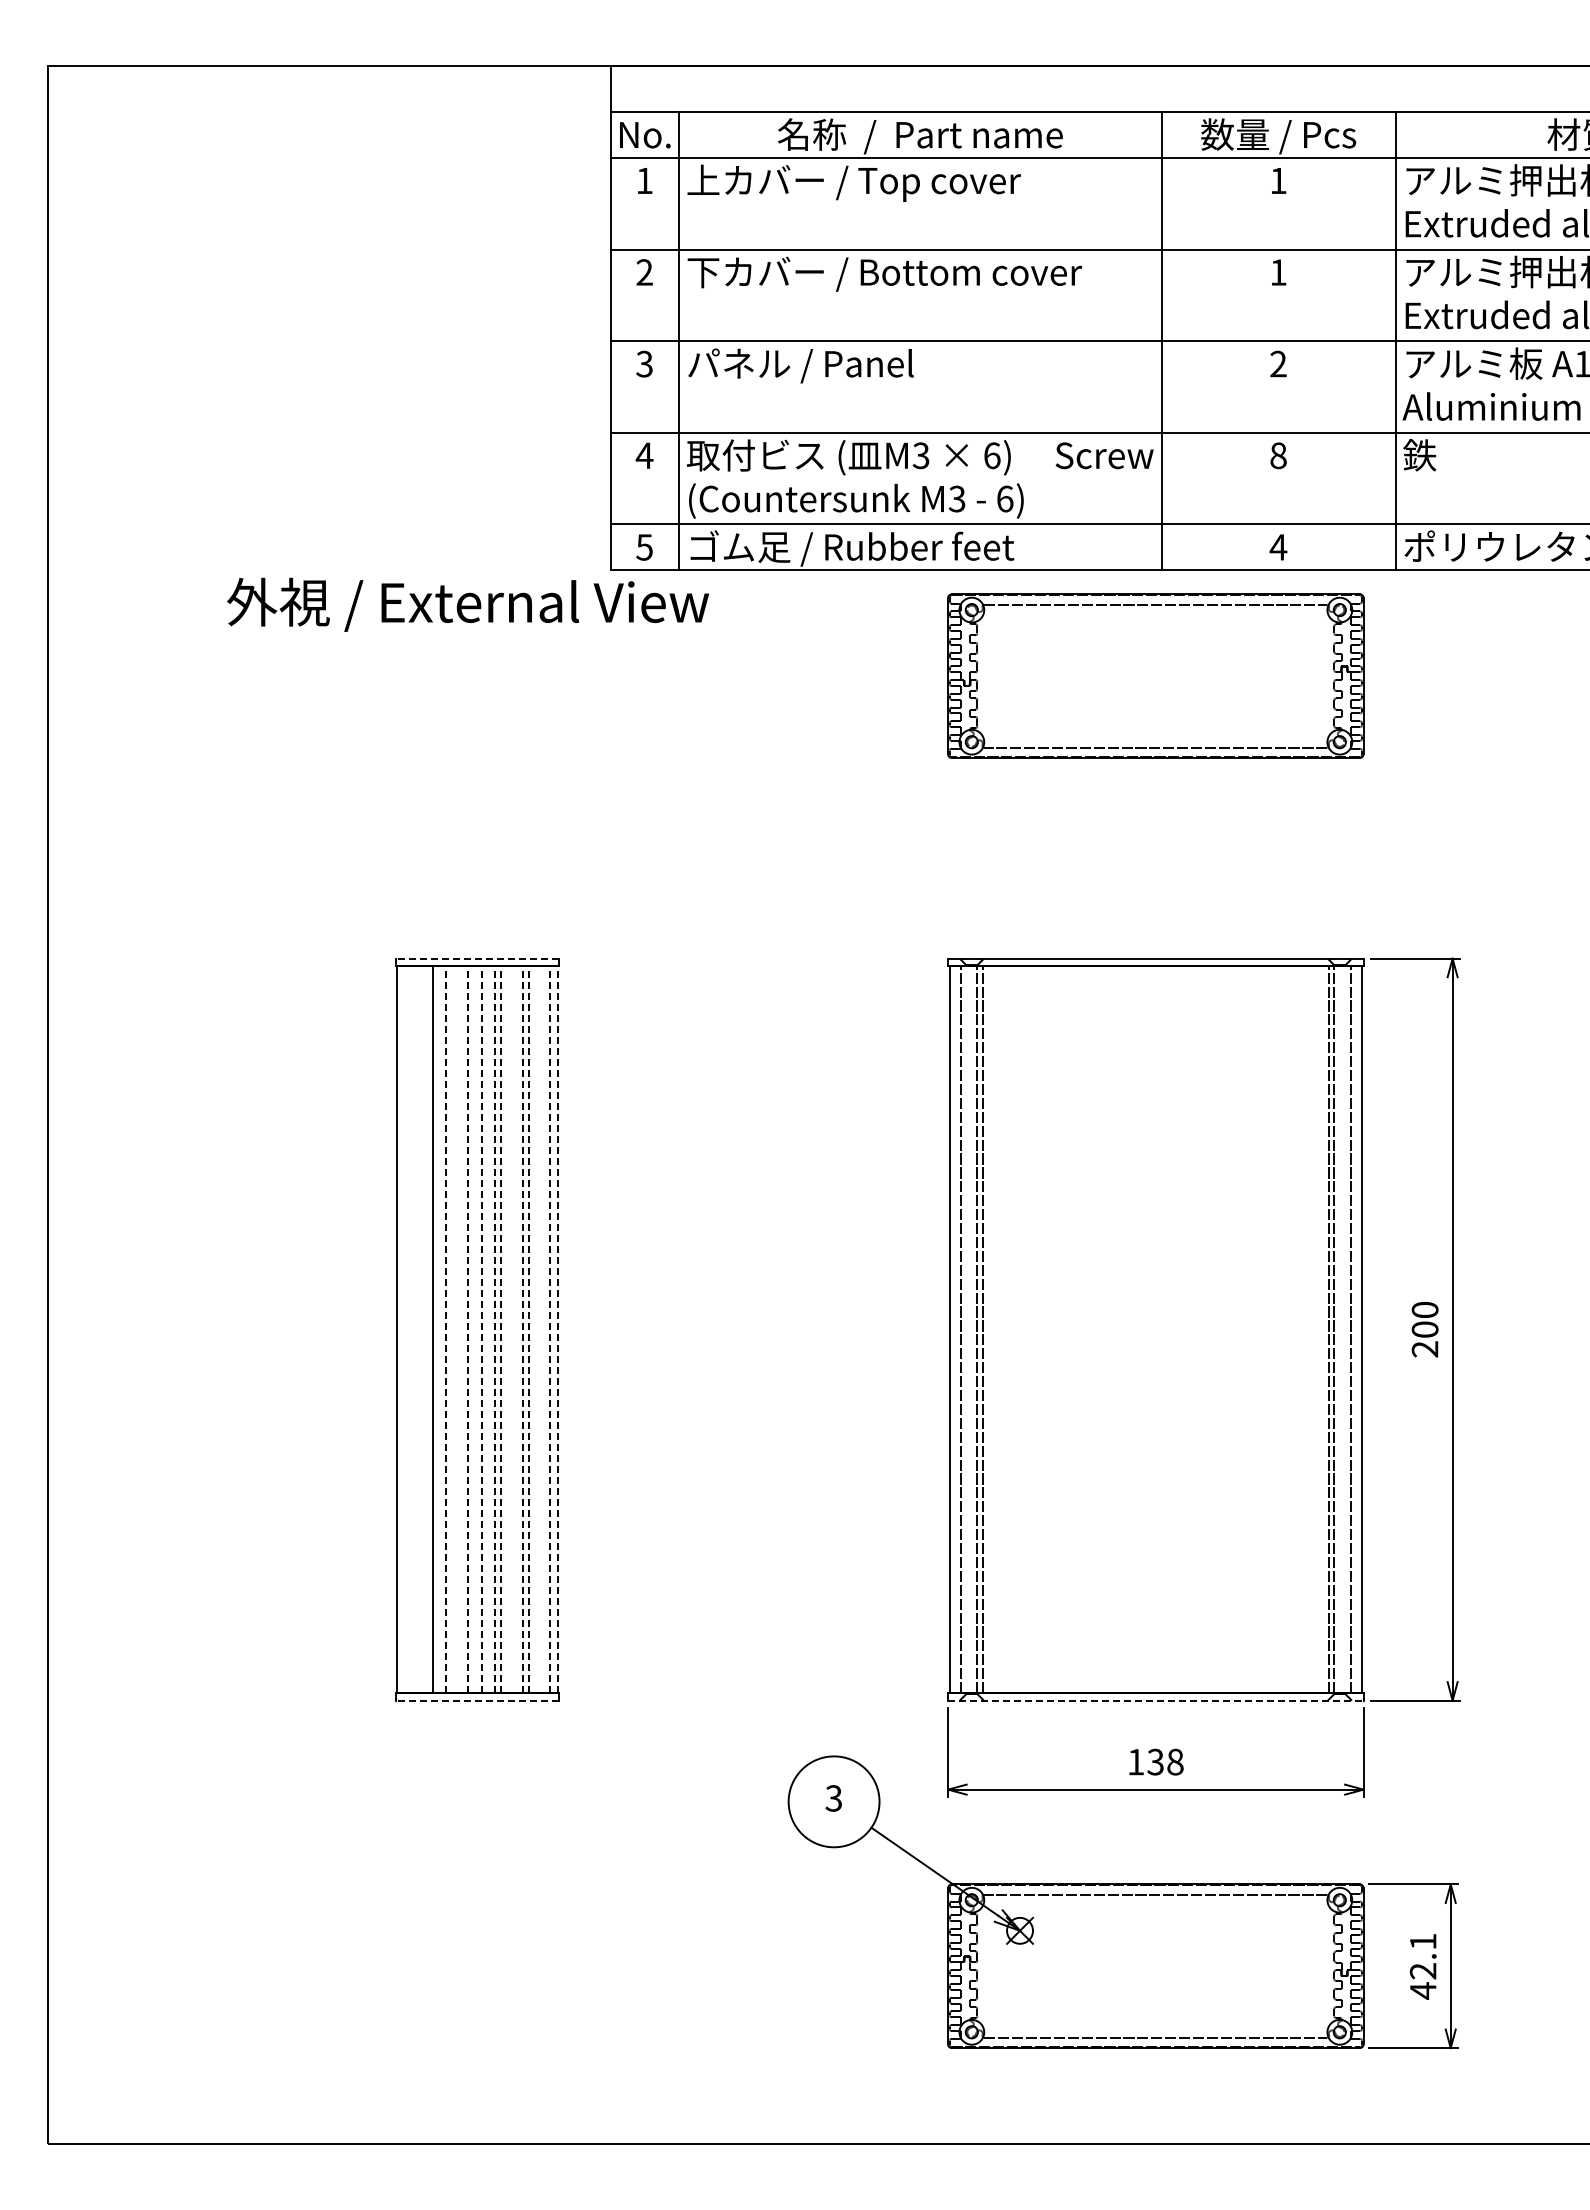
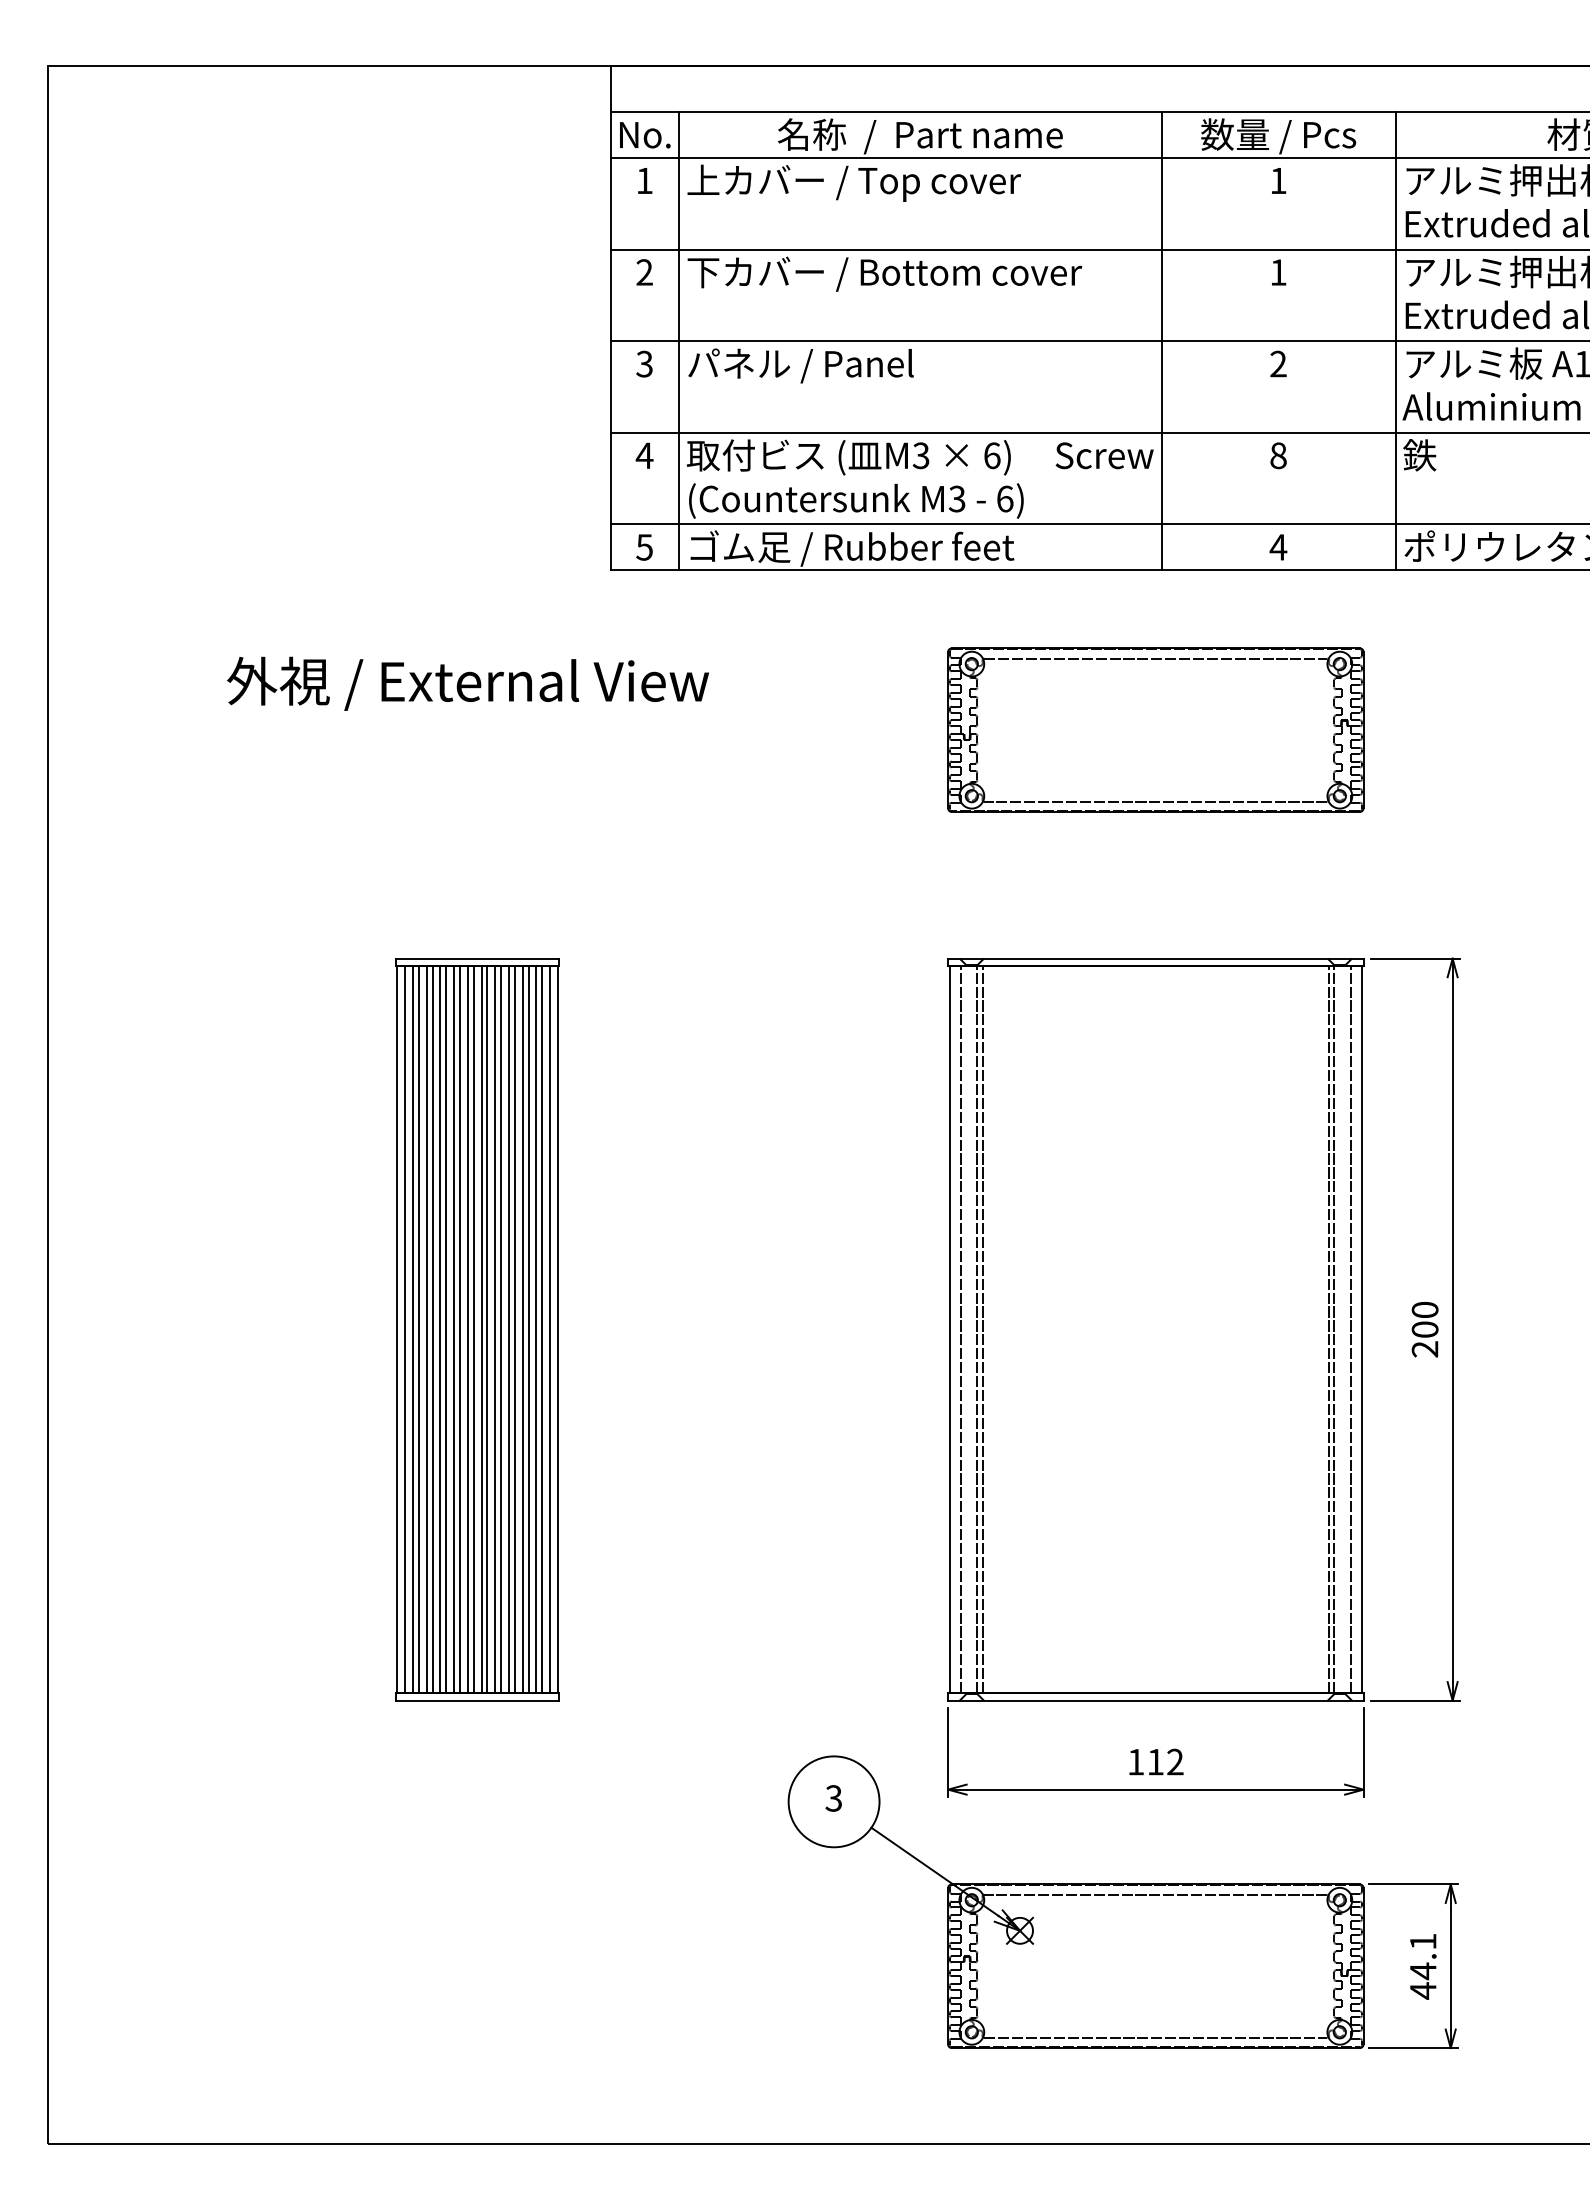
text at (467, 604) position: (467, 604) -> (467, 683)
part at (1155, 675) position: (1155, 675) -> (1155, 729)
line at (477, 958): dashed -> solid
line at (405, 1329): none -> present
line at (412, 1329): none -> present
line at (418, 1329): none -> present
line at (426, 1329): none -> present
line at (440, 1329): none -> present
line at (446, 1329): dashed -> solid
line at (454, 1329): none -> present
line at (459, 1329): none -> present
line at (467, 1329): dashed -> solid
line at (473, 1329): none -> present
line at (481, 1329): dashed -> solid
line at (487, 1329): none -> present
line at (495, 1329): dashed -> solid
line at (501, 1329): dashed -> solid
line at (508, 1329): none -> present
line at (514, 1329): none -> present
line at (522, 1329): dashed -> solid
line at (528, 1329): dashed -> solid
line at (536, 1329): none -> present
line at (542, 1329): none -> present
line at (550, 1329): dashed -> solid
line at (558, 1329): dashed -> solid
line at (477, 1700): dashed -> solid
line at (1155, 1700): dashed -> solid
text at (1165, 1761): 138 -> 112
text at (1422, 1971): 42.1 -> 44.1
